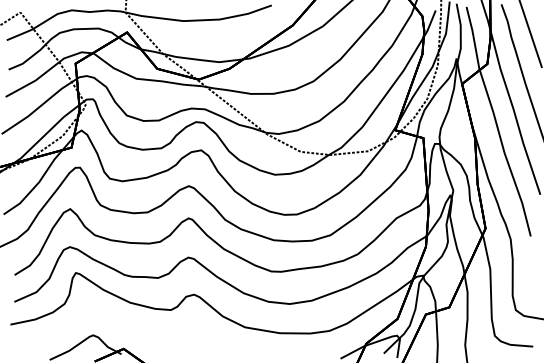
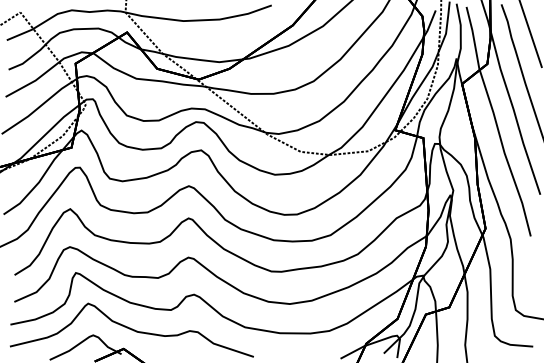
curve at (131, 329): none -> present
